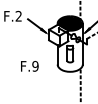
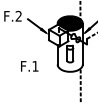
text at (35, 65): F.9 -> F.1
